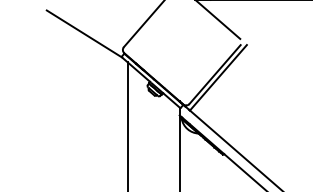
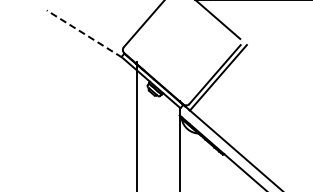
line at (84, 33): solid -> dashed
line at (127, 125) position: (127, 125) -> (136, 125)
